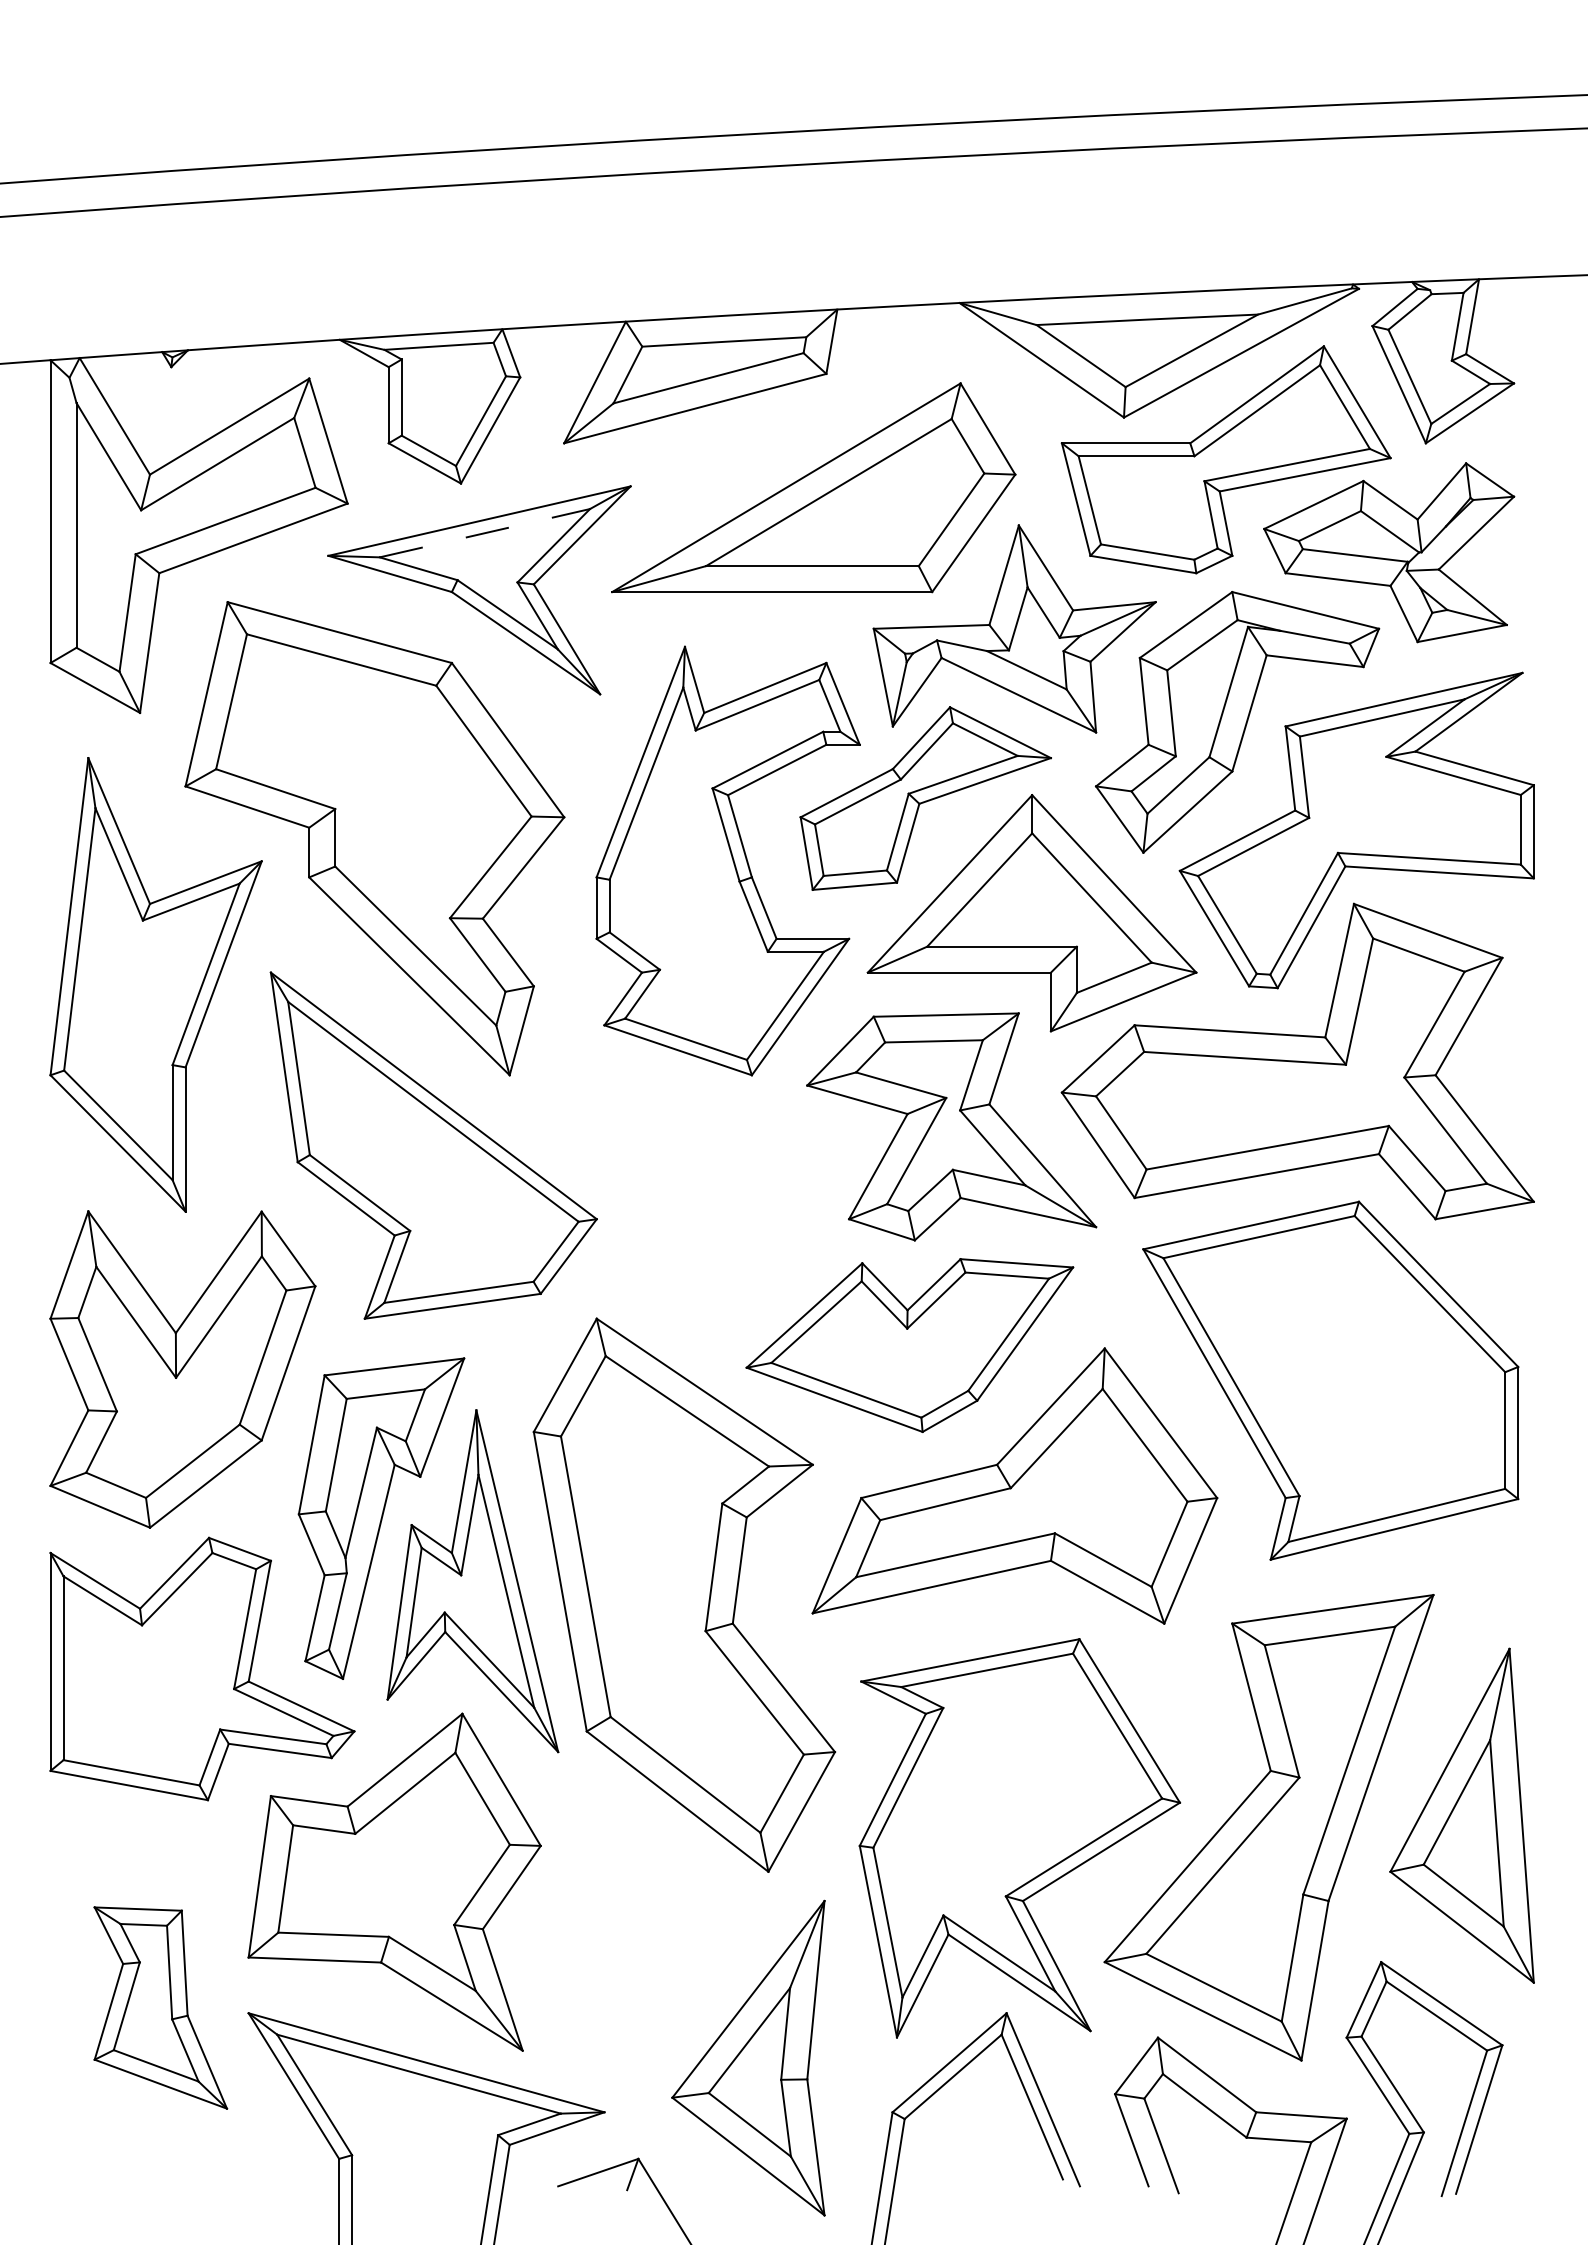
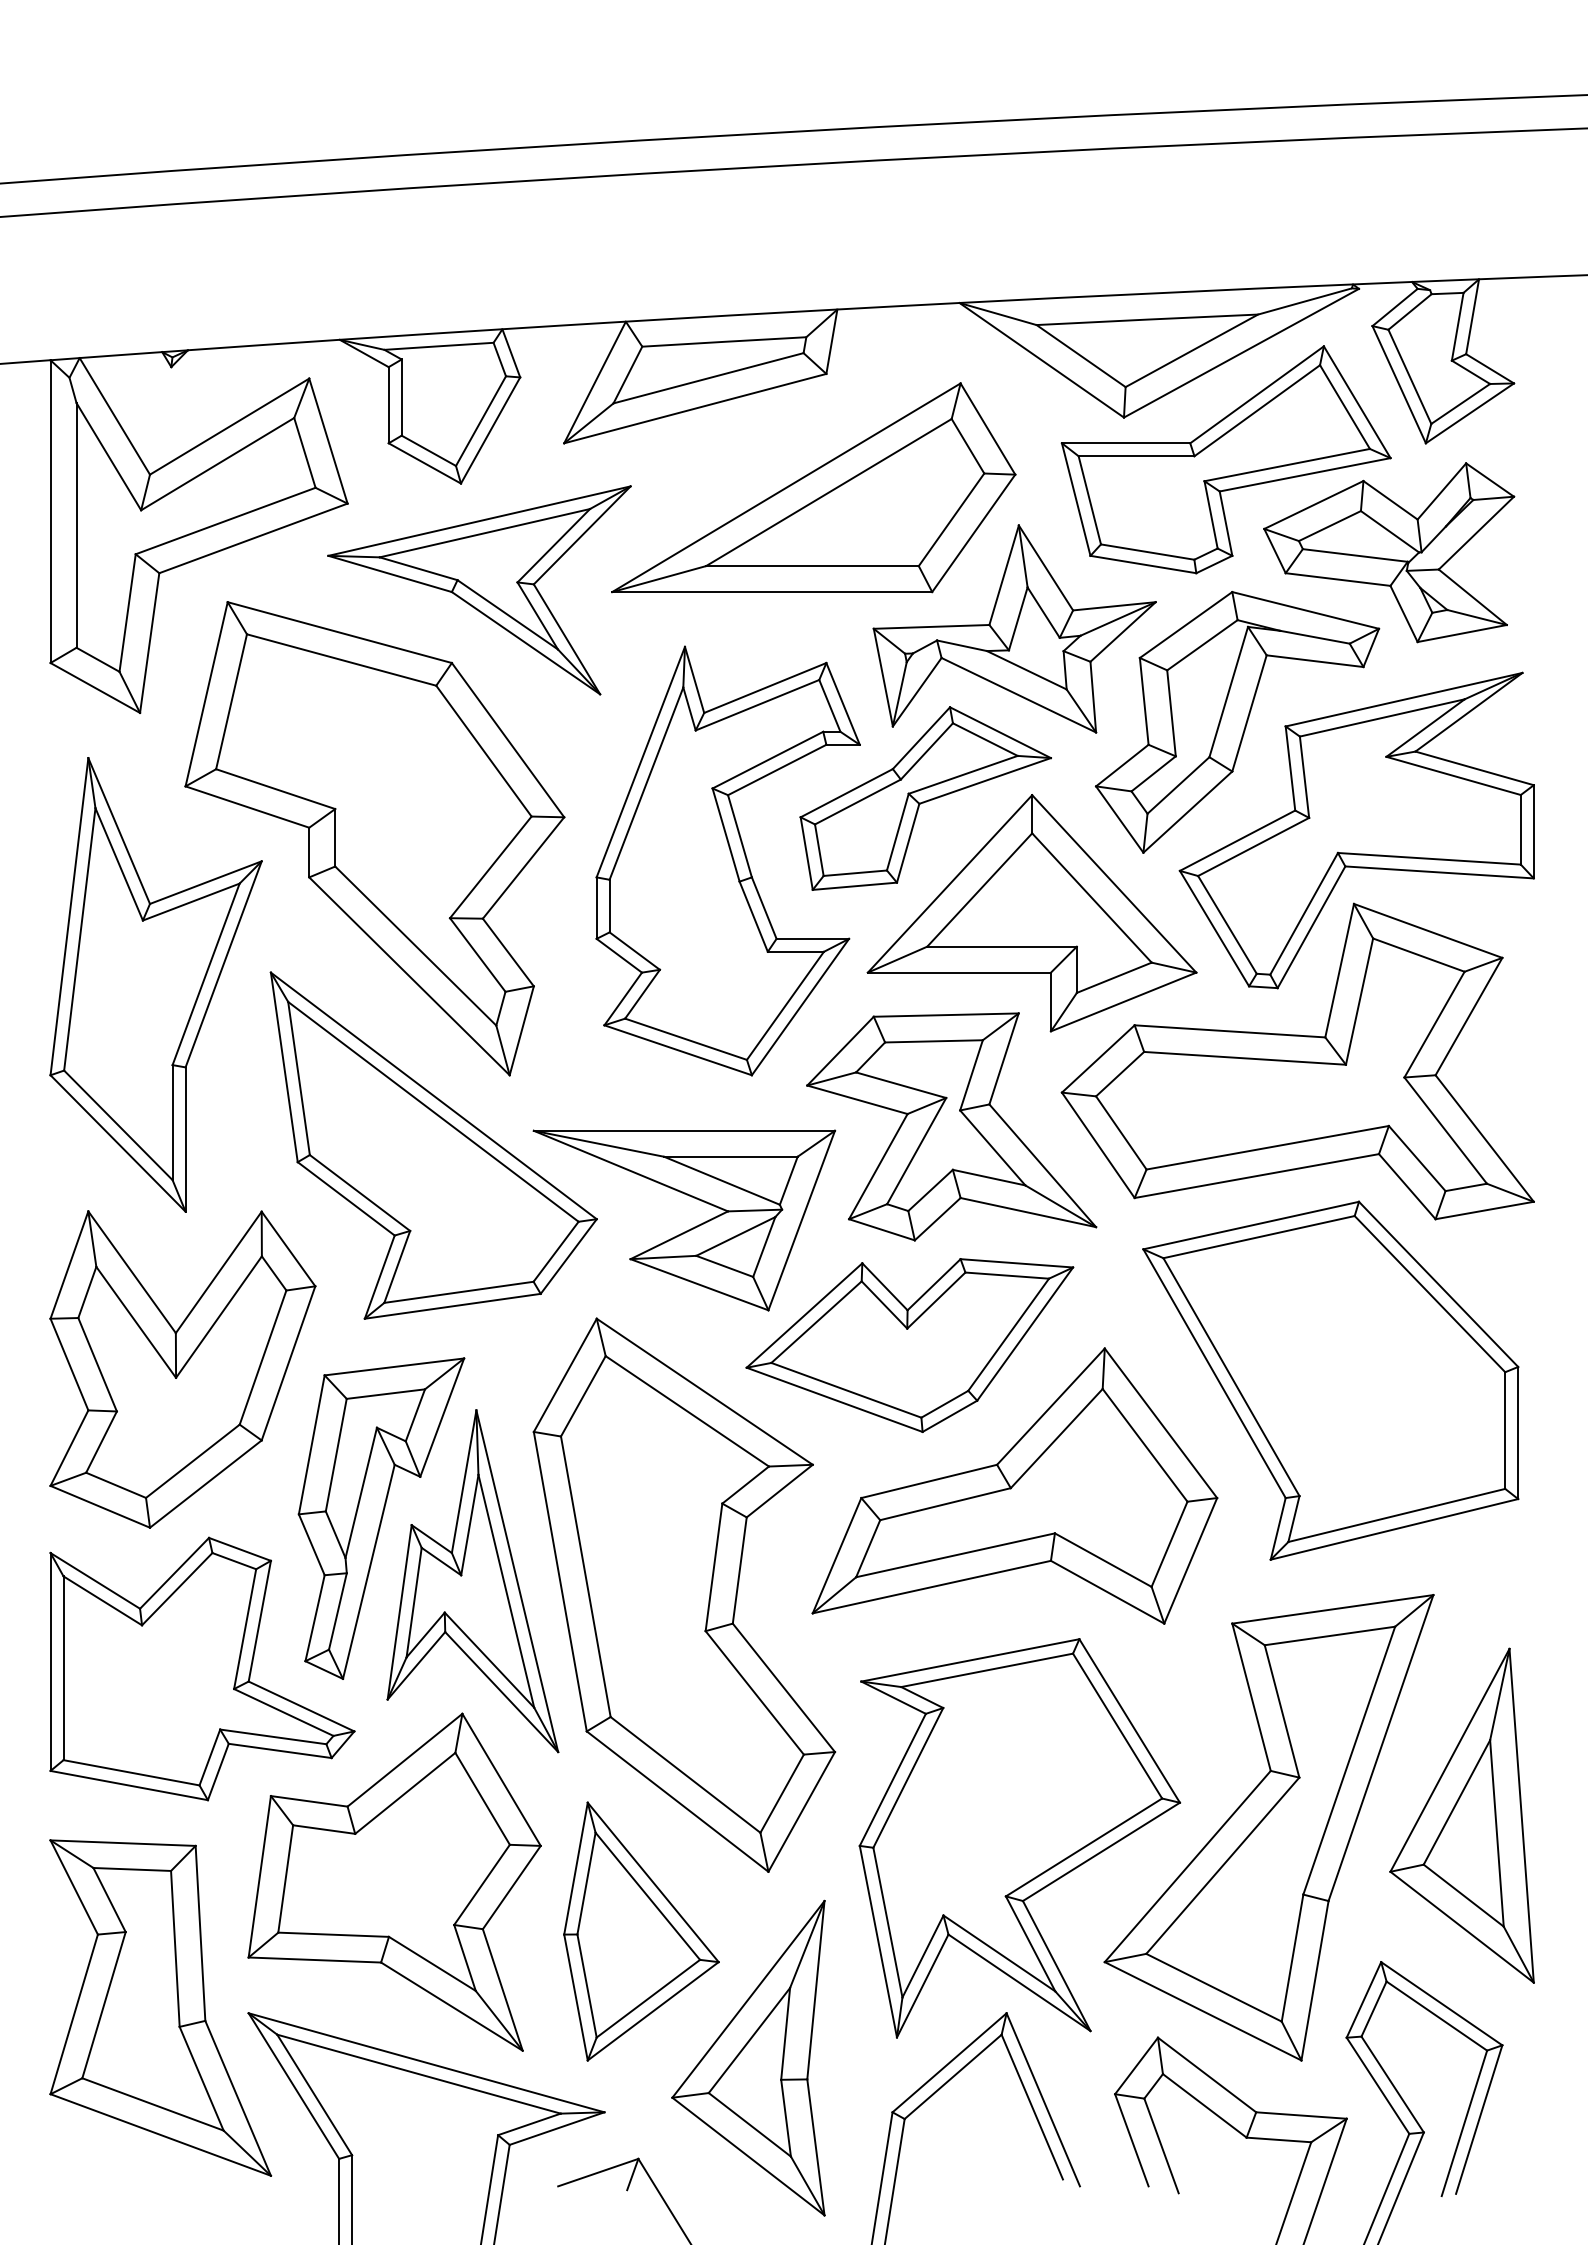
line at (484, 533): dashed -> solid
part at (688, 1229): none -> present
part at (641, 1931): none -> present
part at (160, 2007) size: 136x204 px -> 224x338 px
